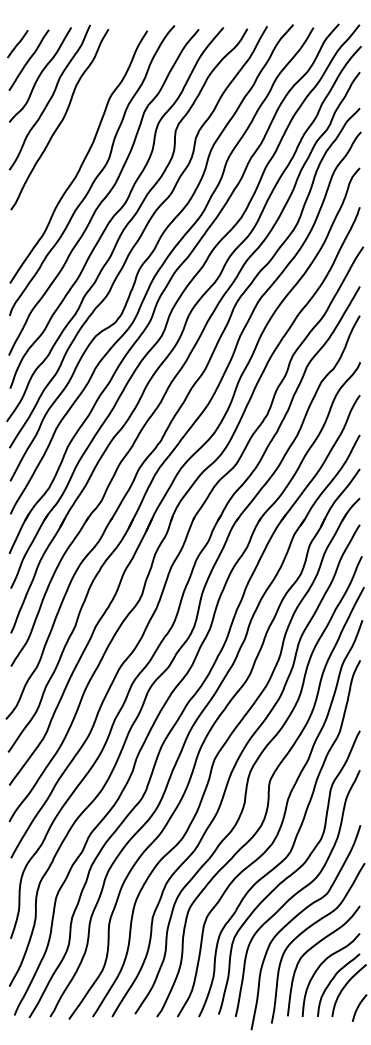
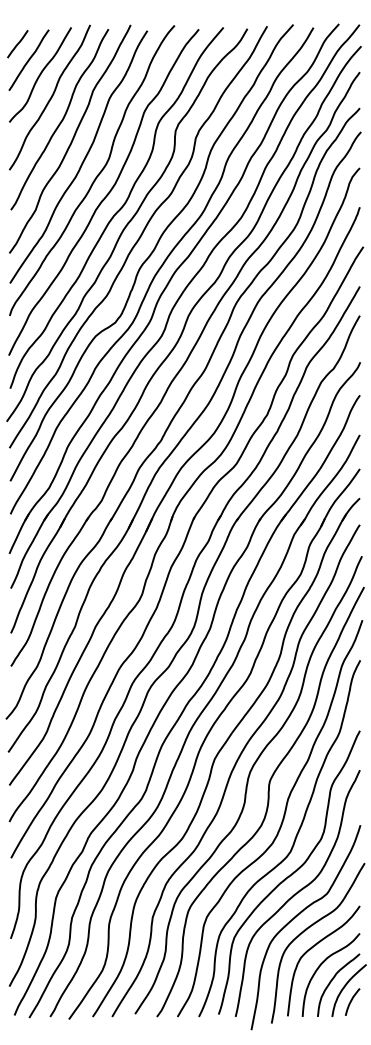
curve at (71, 139): none -> present
curve at (359, 1006) position: (359, 1006) -> (352, 1000)
